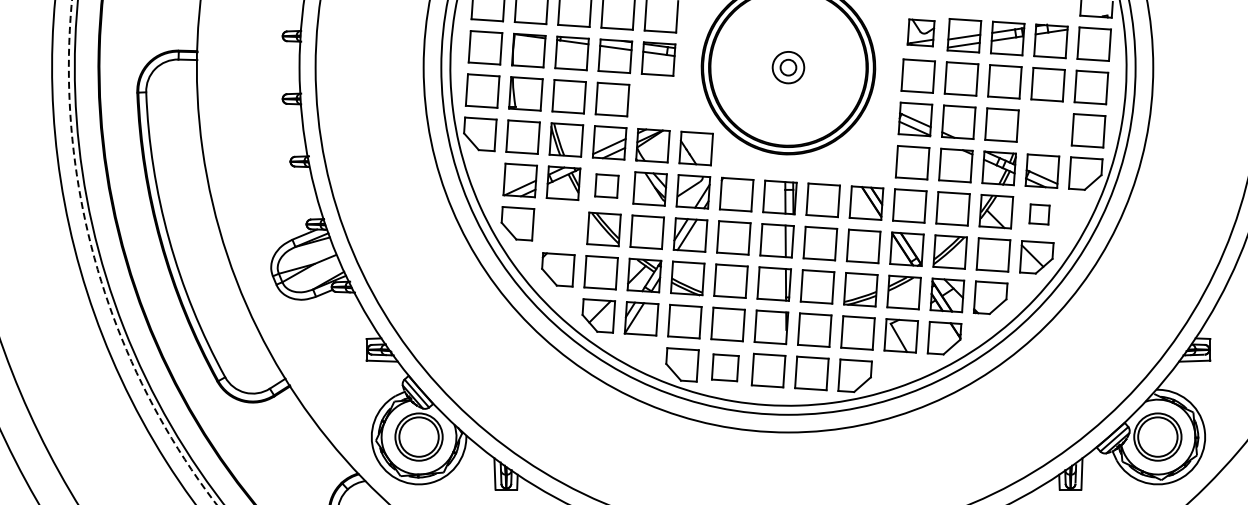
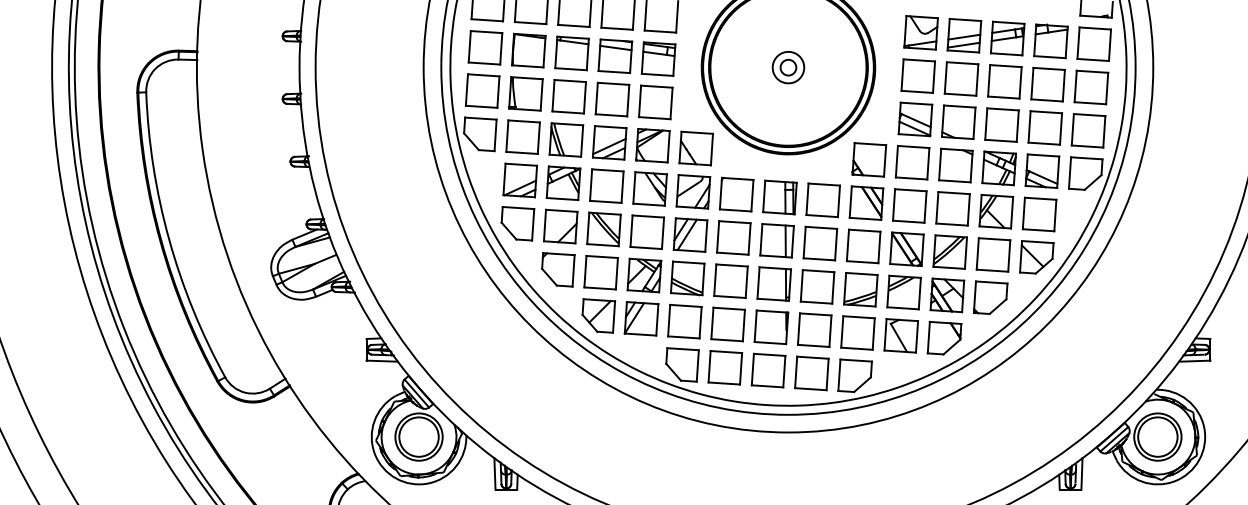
part at (920, 32) size: 30x30 px -> 36x36 px
part at (655, 102): none -> present
part at (1044, 127): none -> present
part at (869, 159): none -> present
part at (606, 185) size: 26x26 px -> 36x36 px
part at (1039, 214) size: 23x23 px -> 37x37 px
part at (560, 226): none -> present
arc at (96, 263): dashed -> solid
part at (725, 367) size: 29x30 px -> 37x36 px
